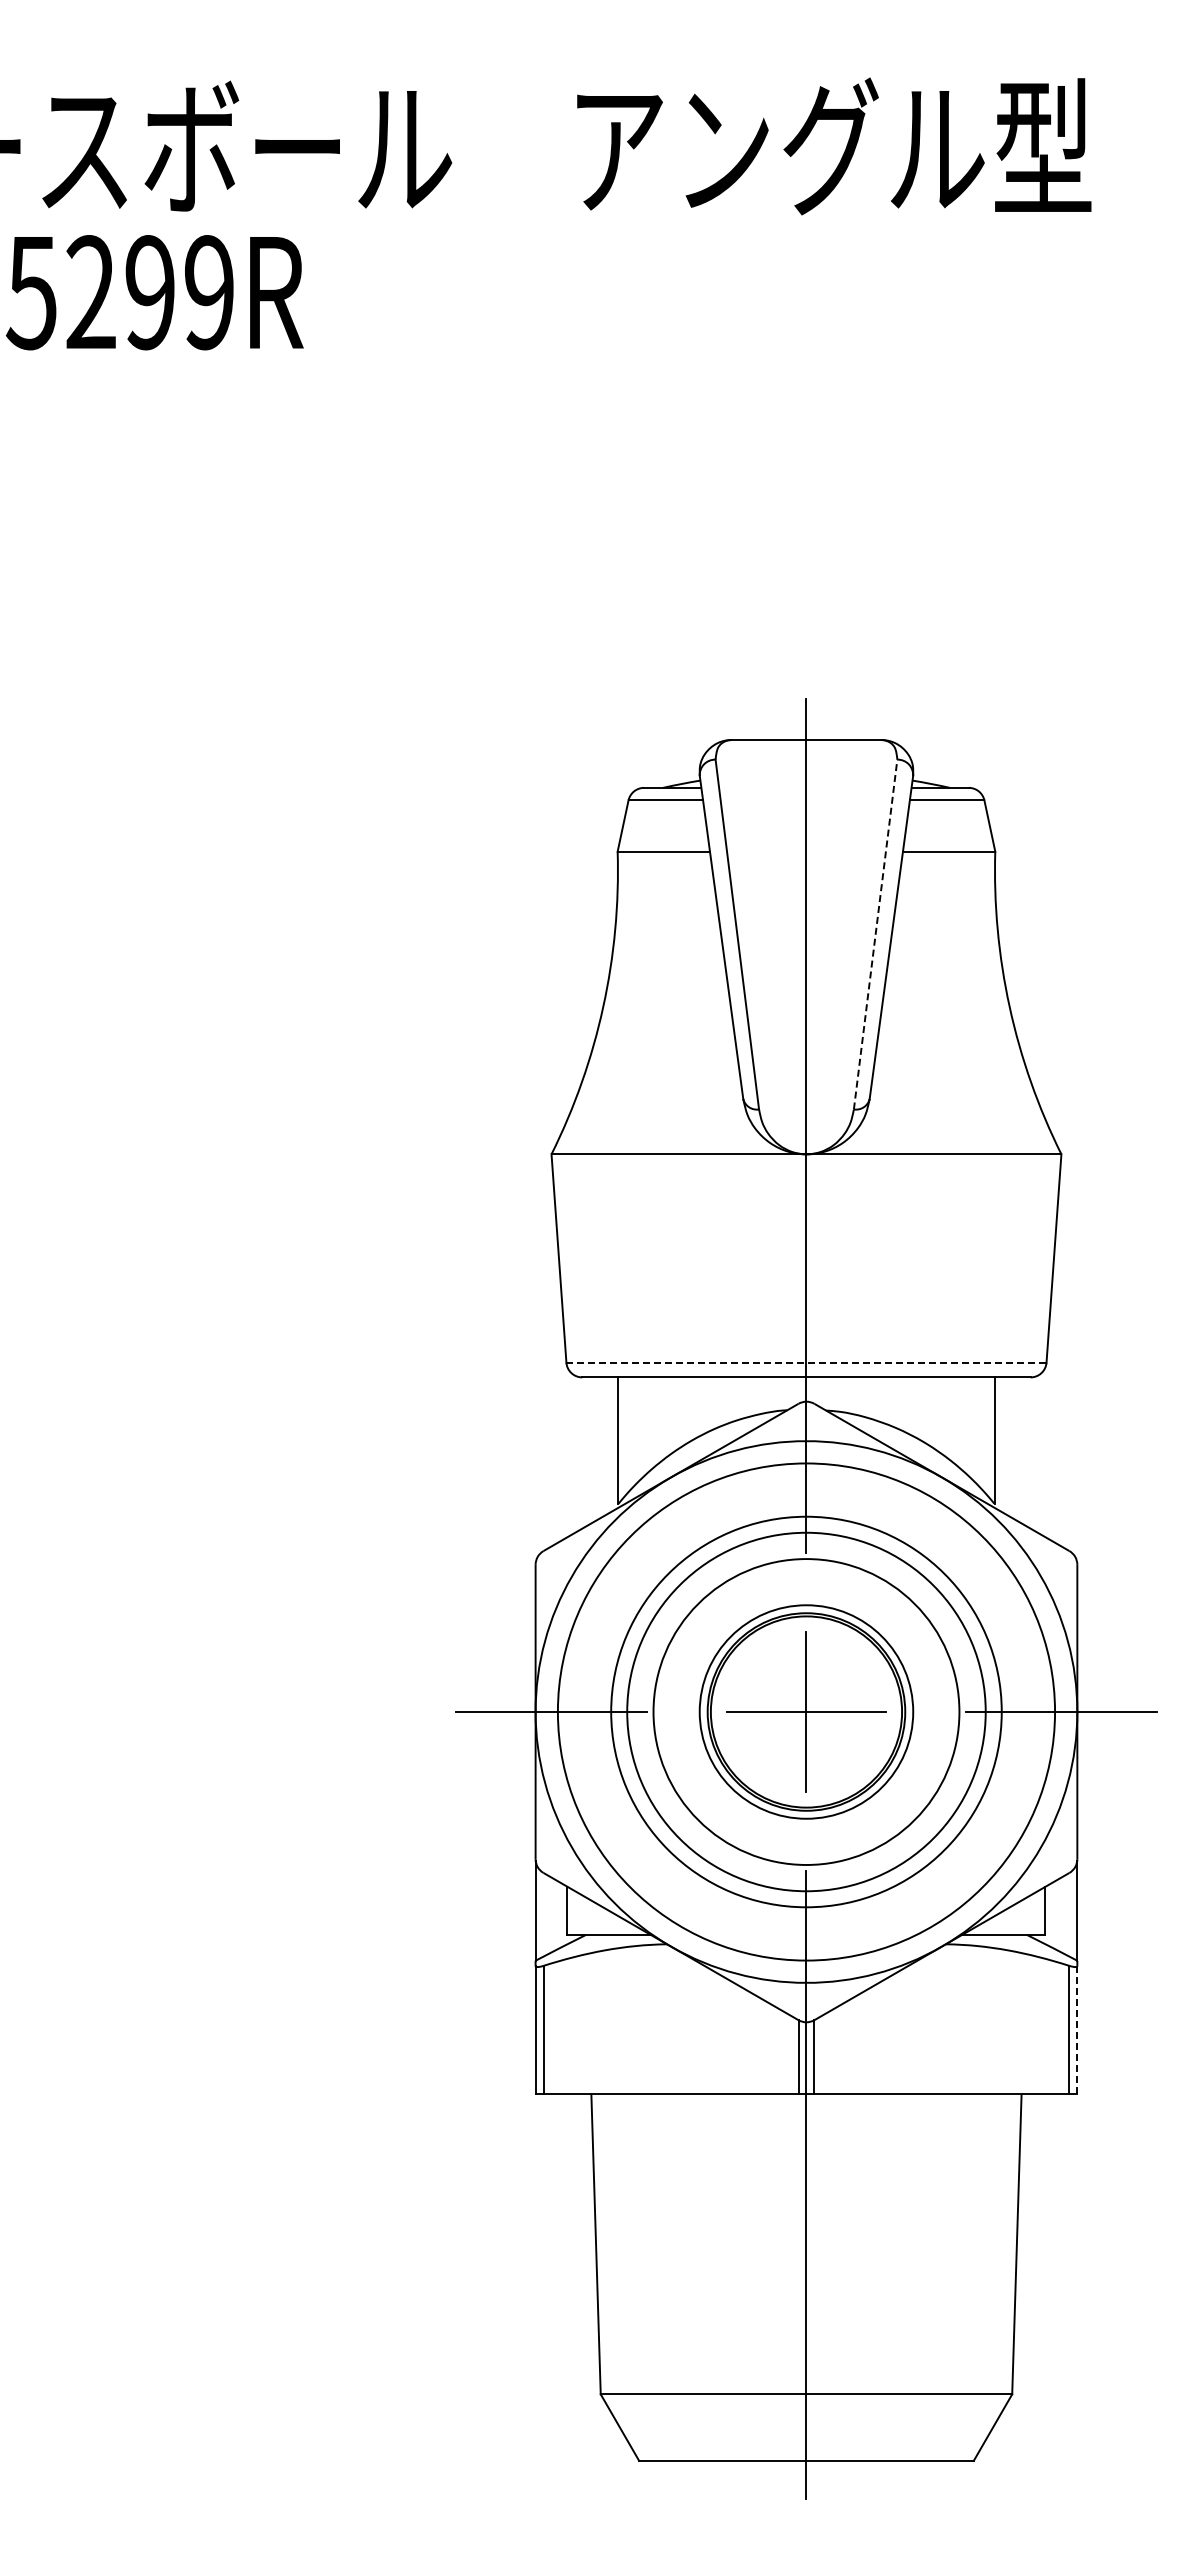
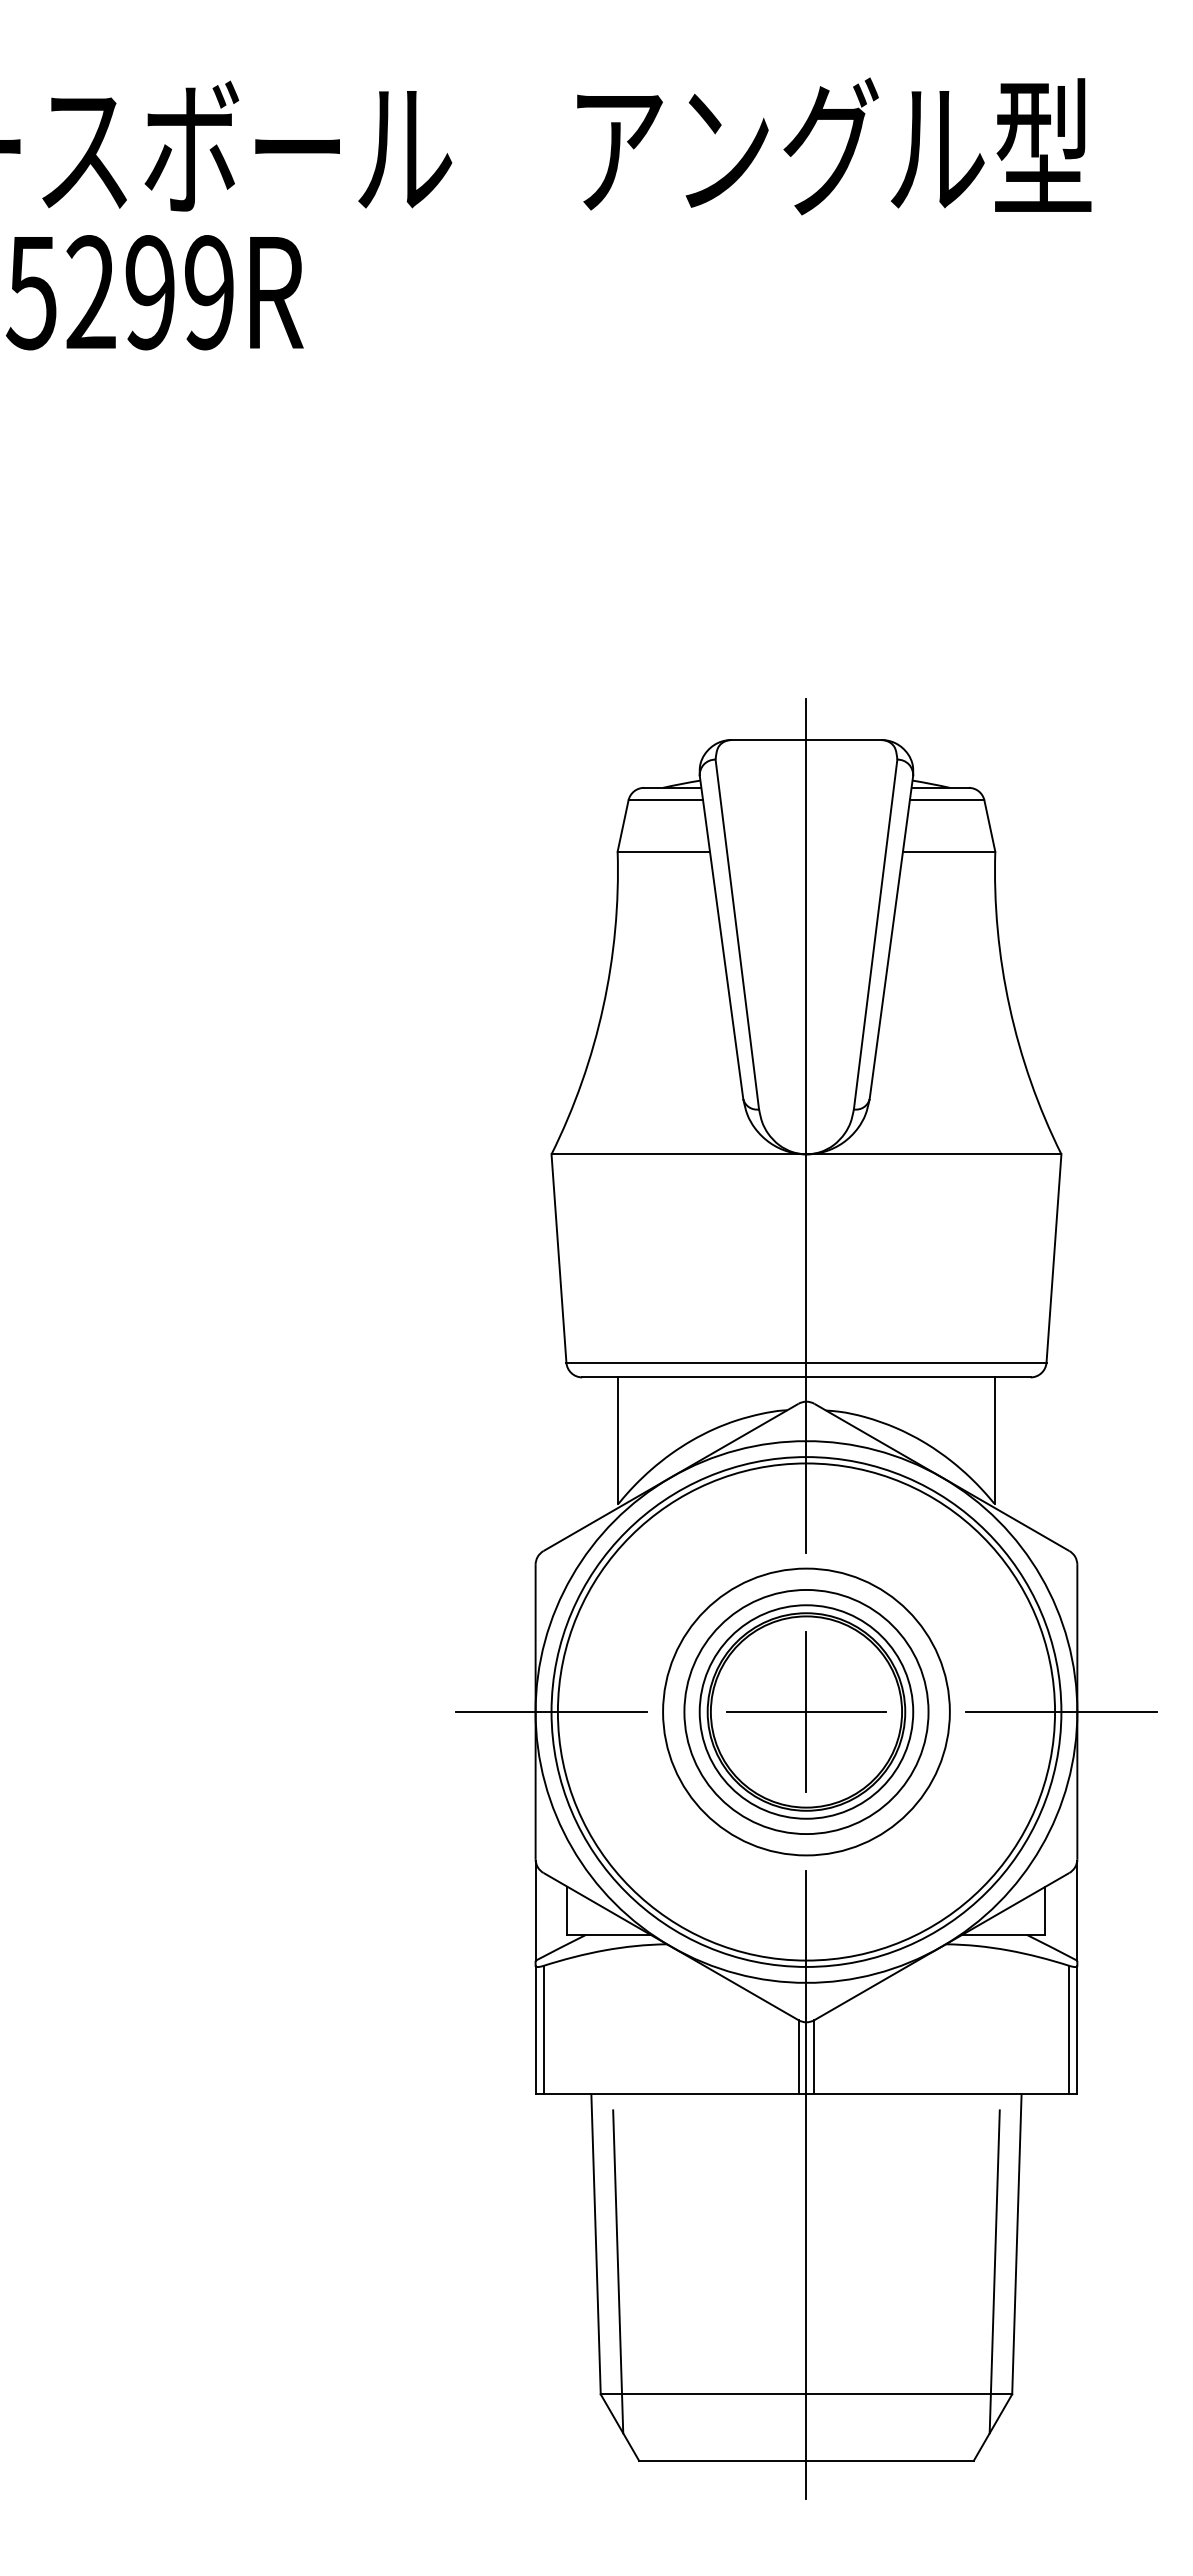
line at (875, 934): dashed -> solid
line at (806, 1362): dashed -> solid
circle at (806, 1711) diameter: 306 px -> 510 px
circle at (806, 1711) diameter: 359 px -> 287 px
circle at (806, 1711) diameter: 391 px -> 244 px
line at (1077, 2030): dashed -> solid
line at (618, 2271): none -> present
line at (994, 2271): none -> present
